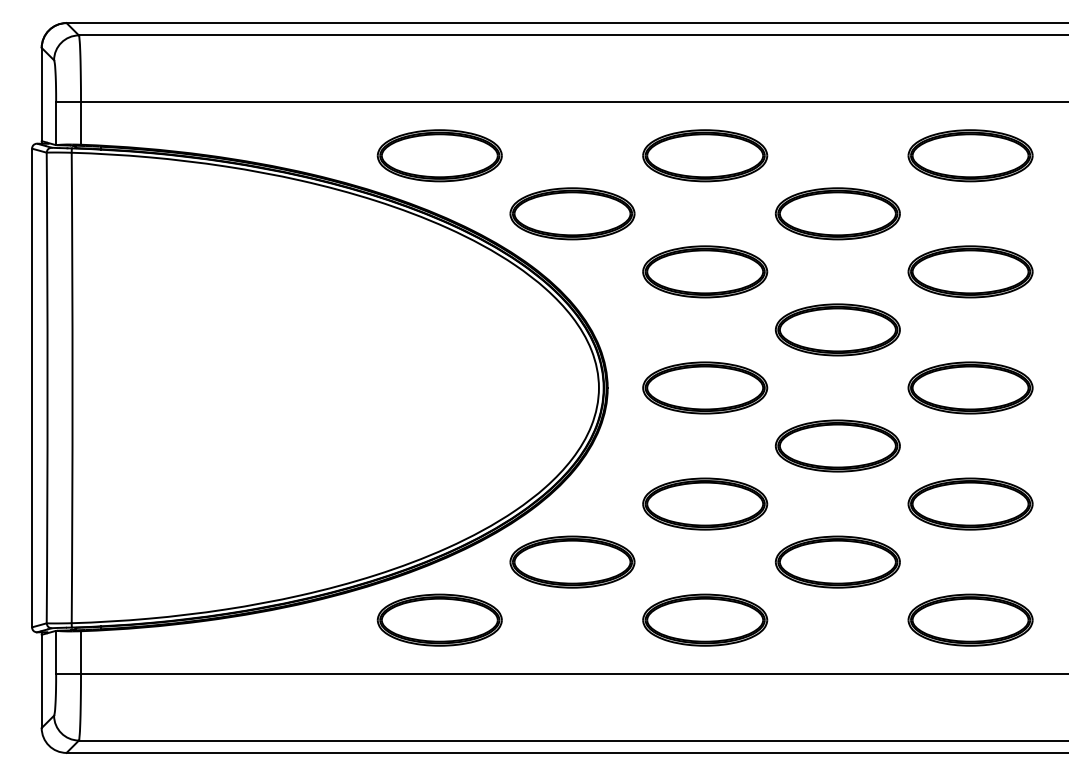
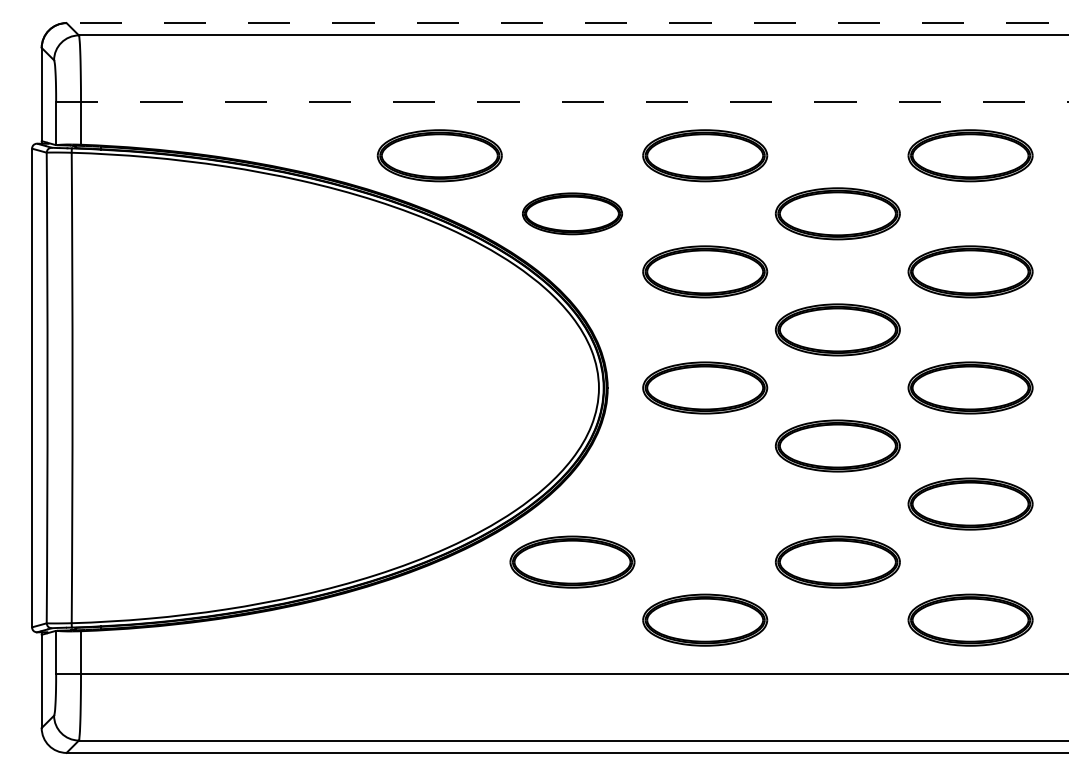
line at (567, 23): solid -> dashed
line at (562, 101): solid -> dashed
part at (572, 213) size: 127x54 px -> 101x44 px
part at (705, 503): present -> none
part at (439, 619): present -> none
